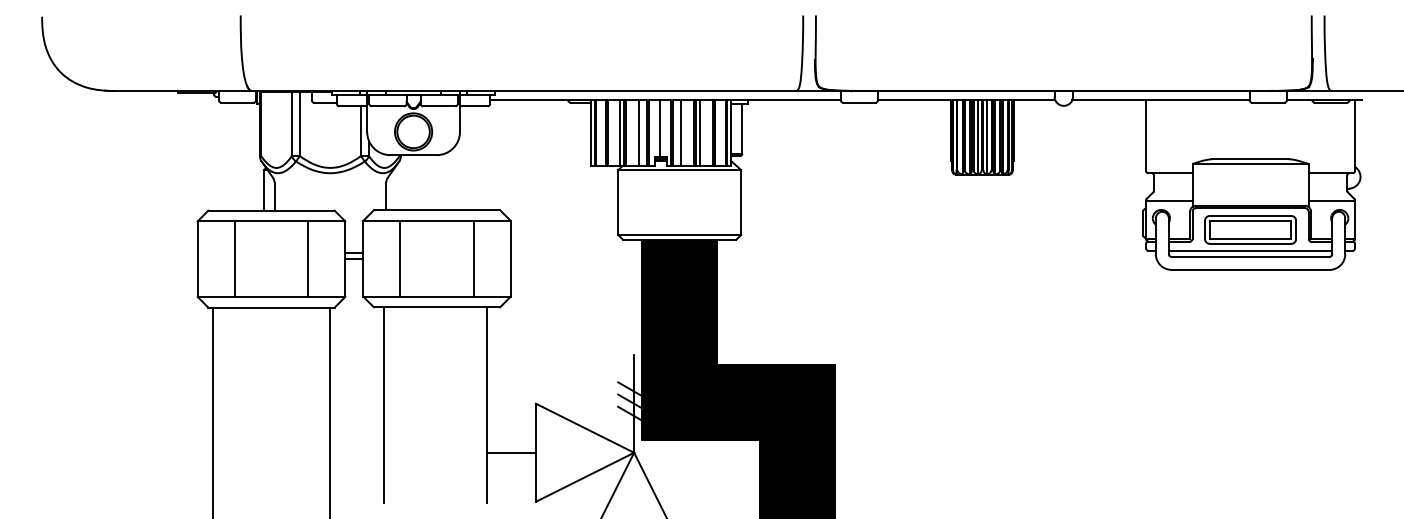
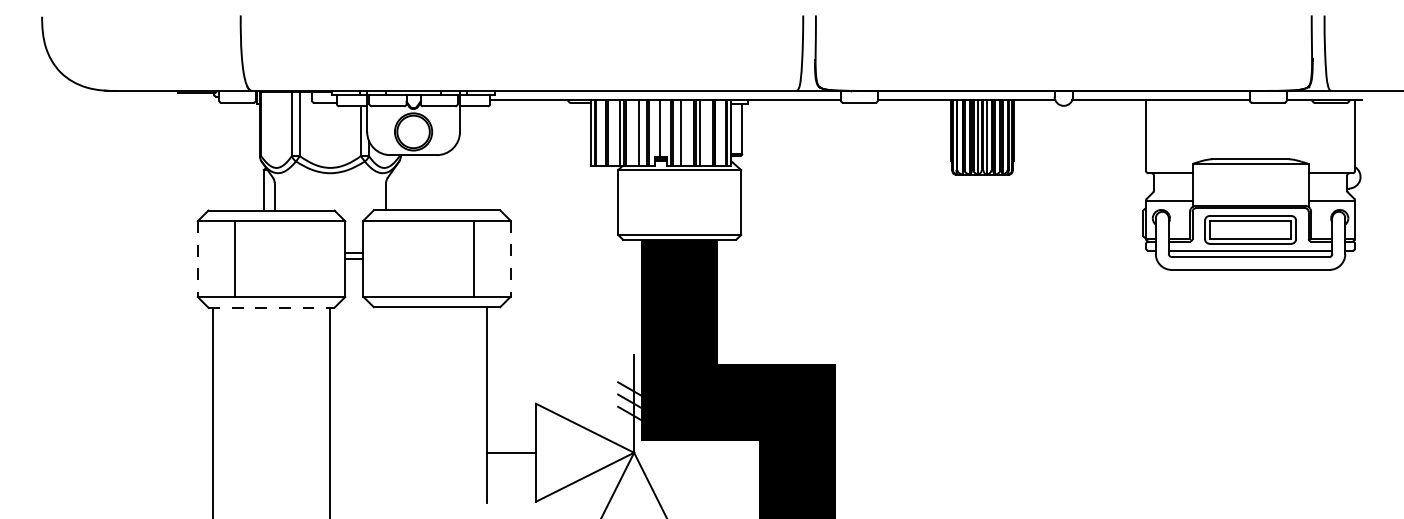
line at (400, 258): present -> none
line at (510, 258): solid -> dashed
line at (197, 259): solid -> dashed
line at (308, 259): present -> none
line at (272, 307): solid -> dashed
line at (383, 405): present -> none
